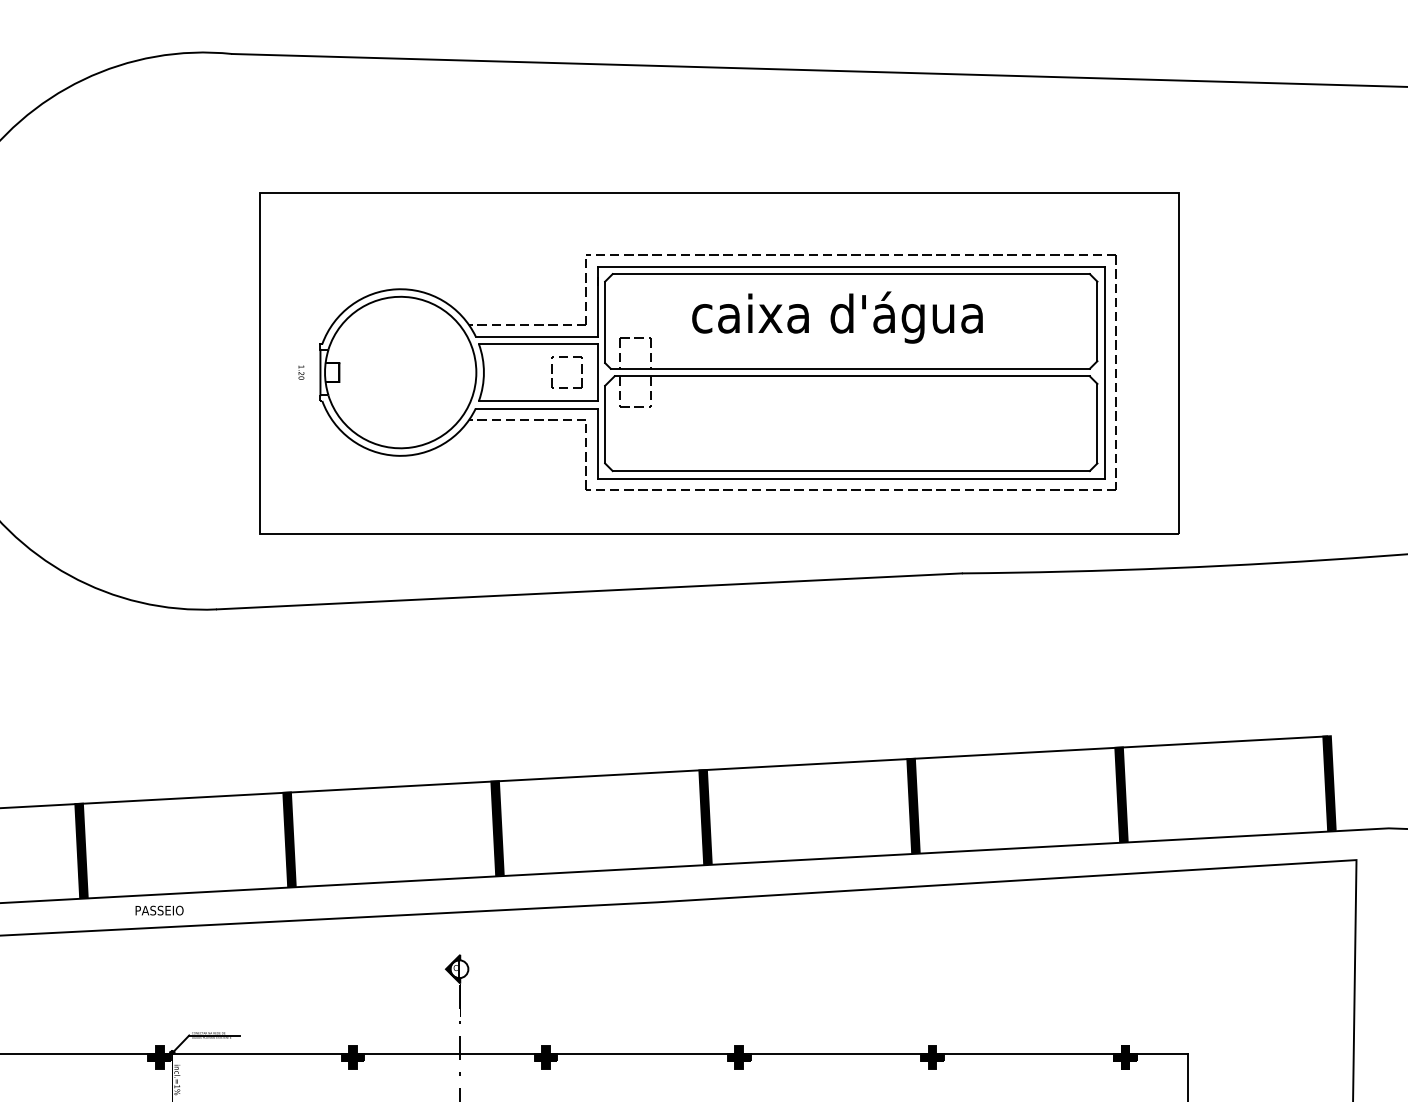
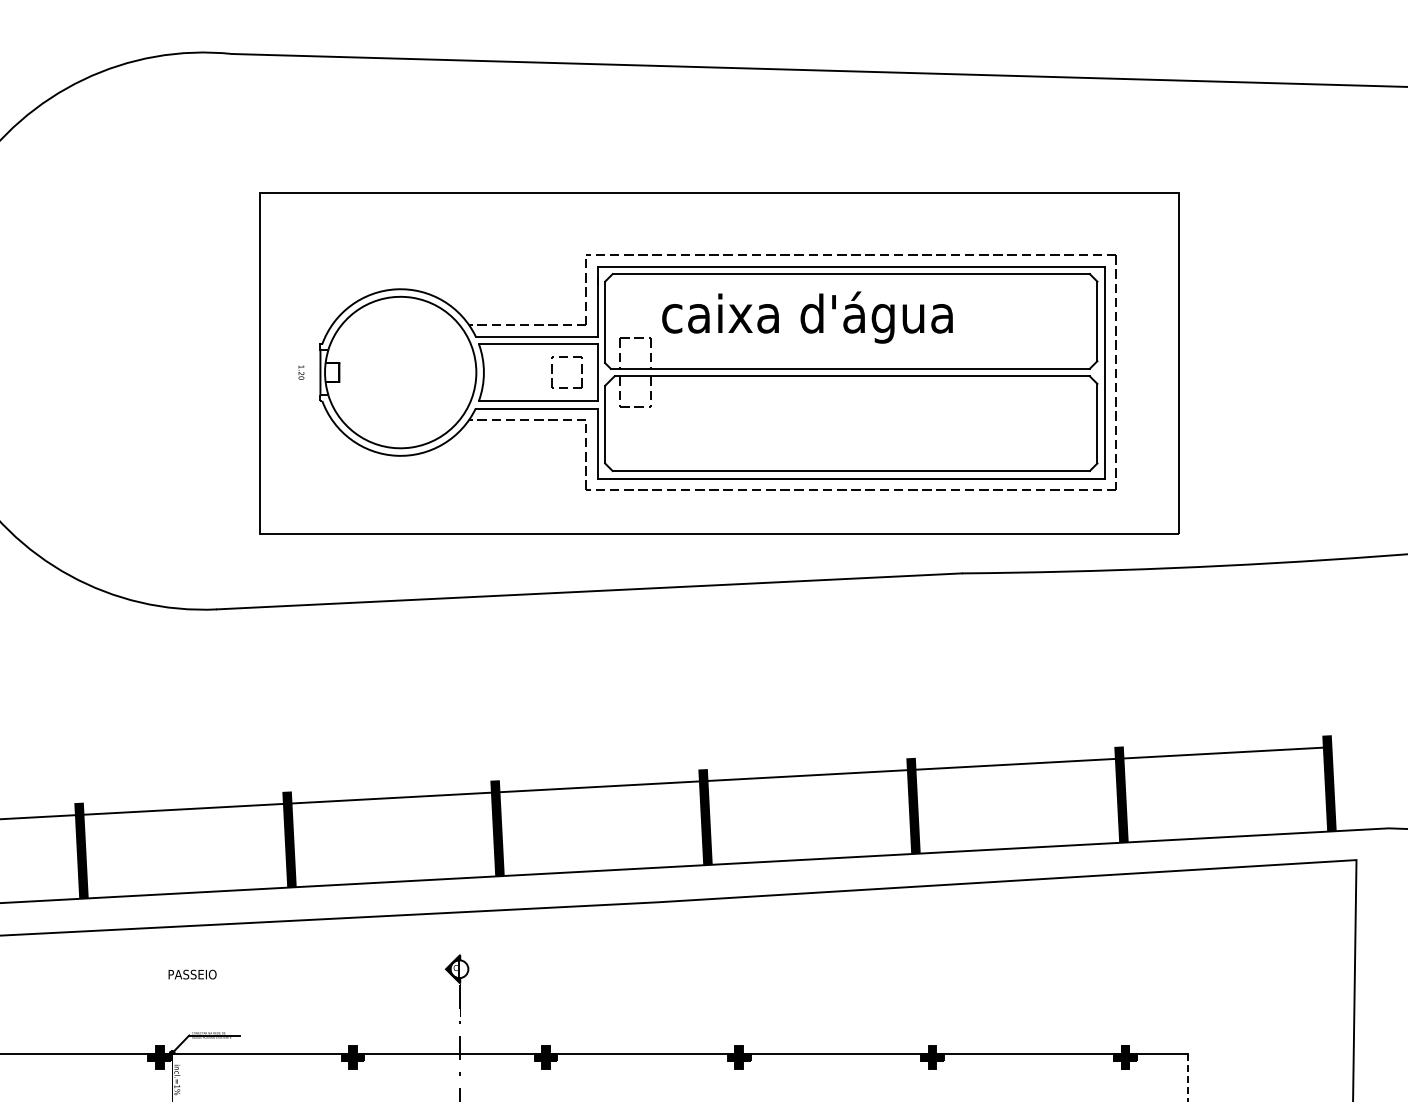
text at (837, 317) position: (837, 317) -> (807, 317)
line at (664, 772) position: (664, 772) -> (665, 783)
text at (159, 910) position: (159, 910) -> (192, 974)
line at (1187, 1077): solid -> dashed
